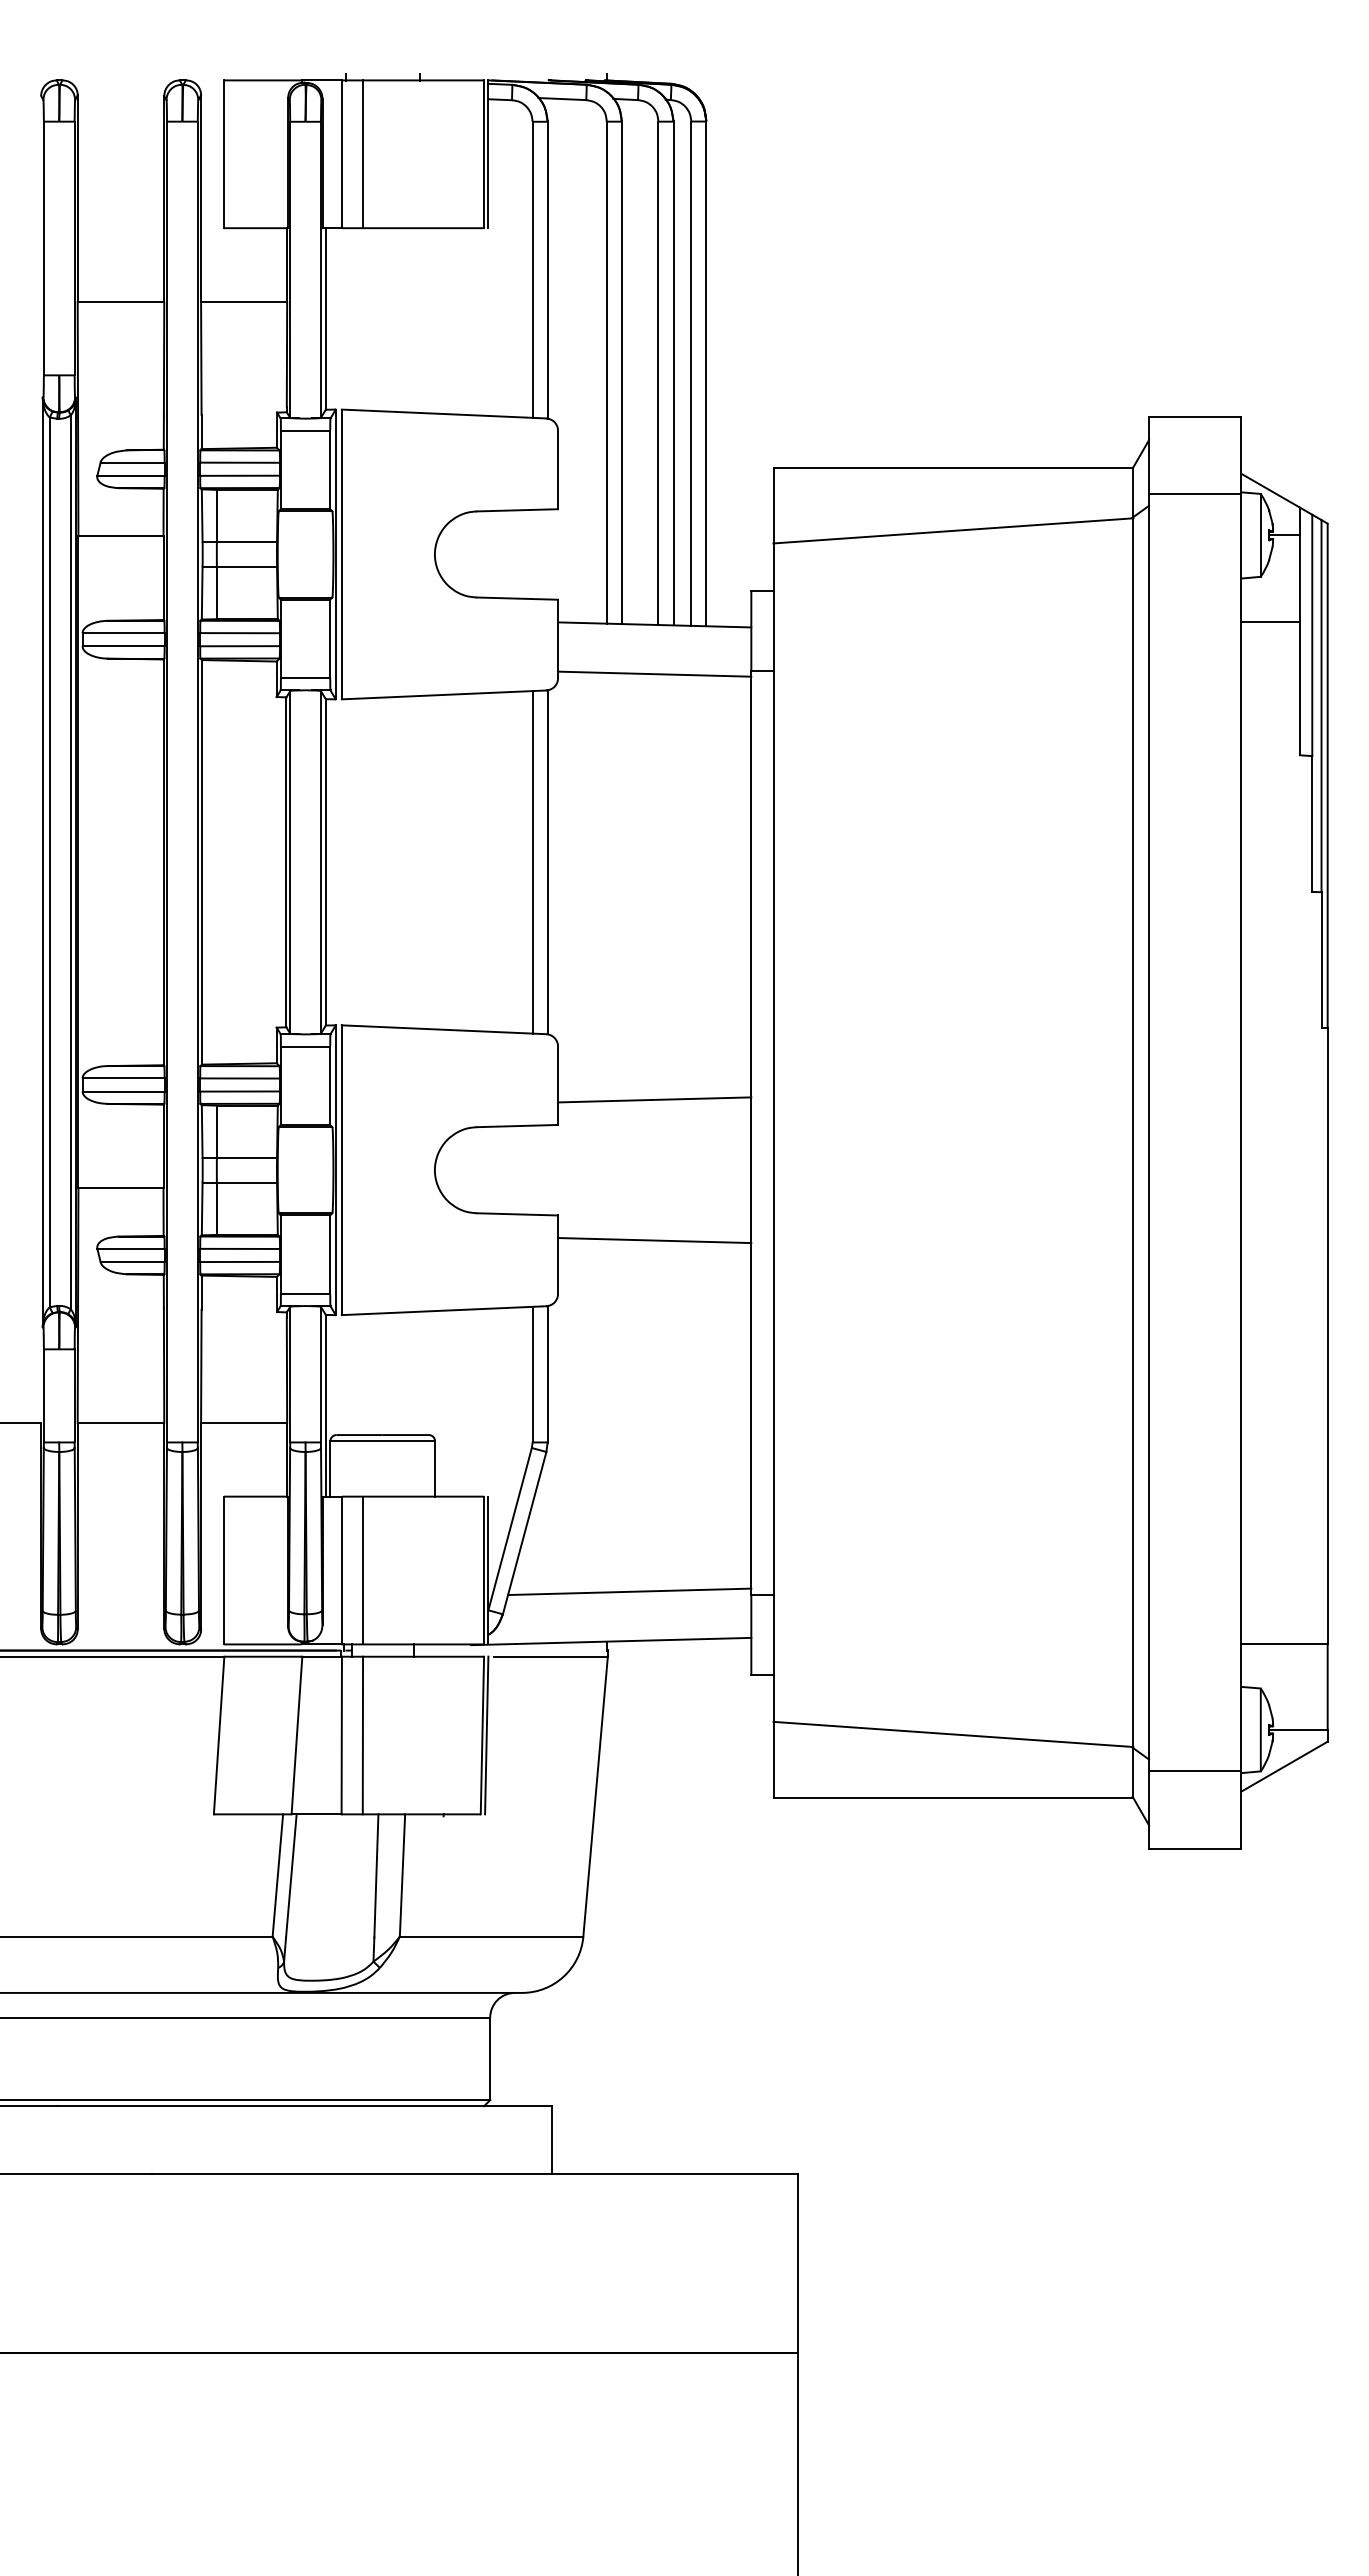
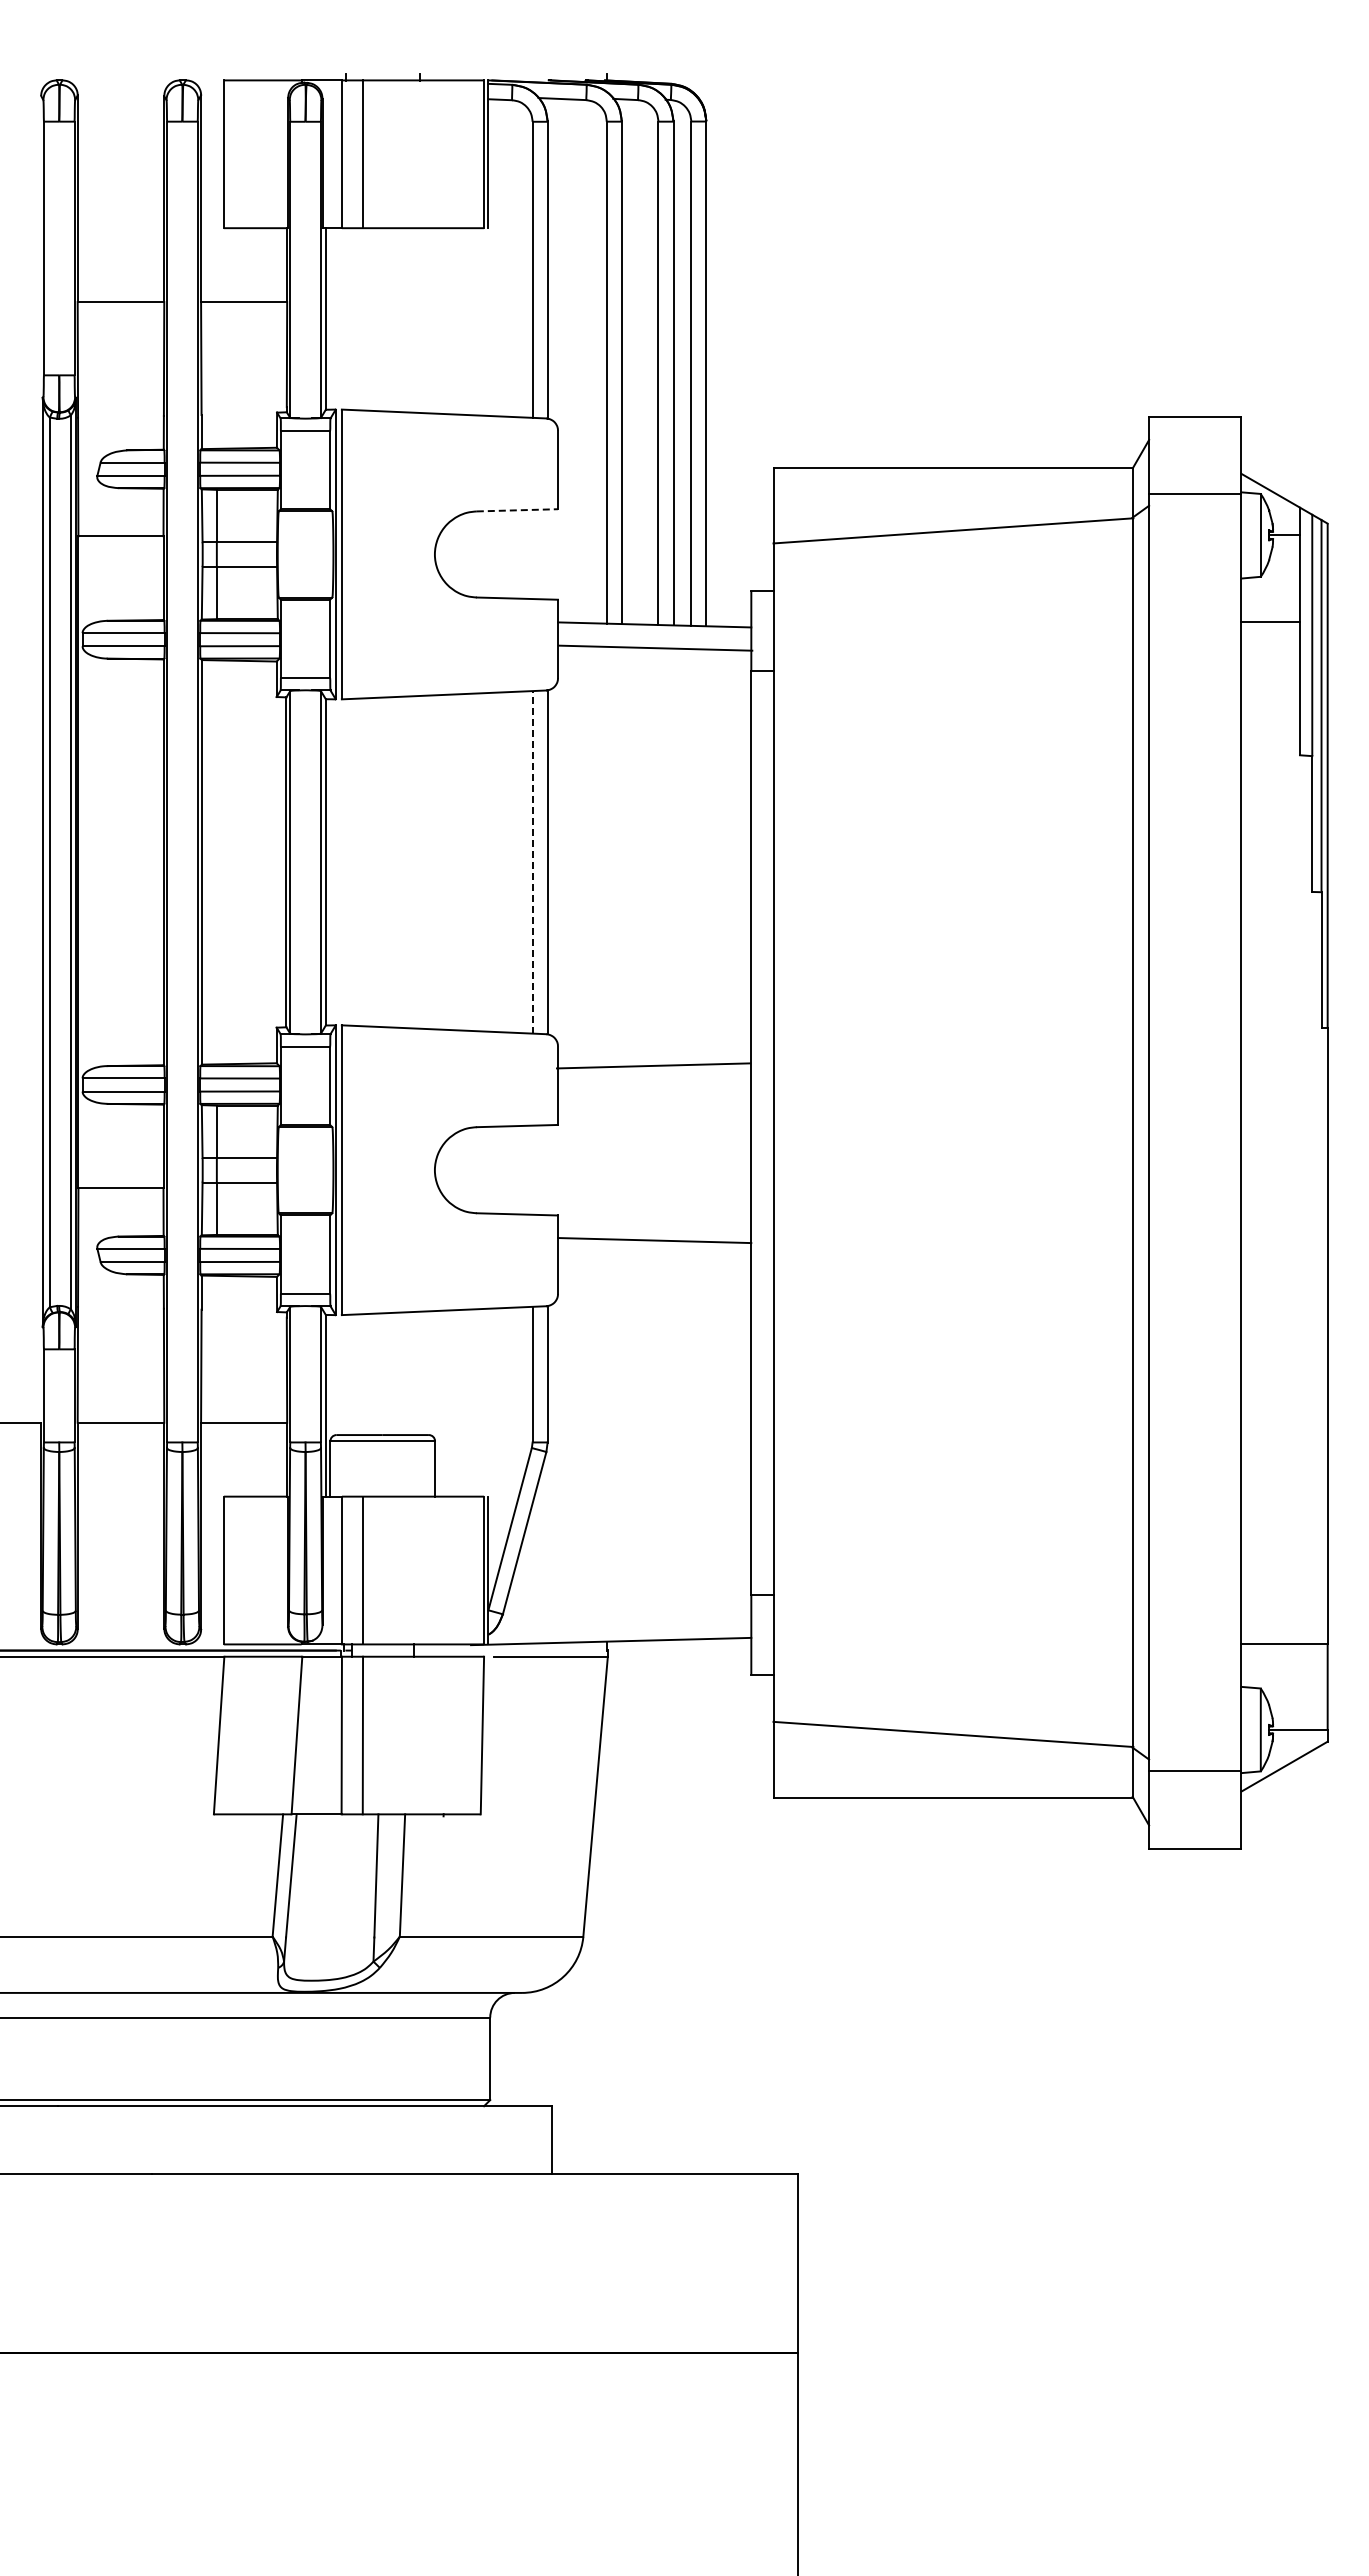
line at (517, 510): solid -> dashed
line at (654, 673) position: (654, 673) -> (655, 647)
line at (532, 861): solid -> dashed
line at (654, 1099) position: (654, 1099) -> (653, 1065)
line at (629, 1591): present -> none
line at (486, 1735): present -> none
